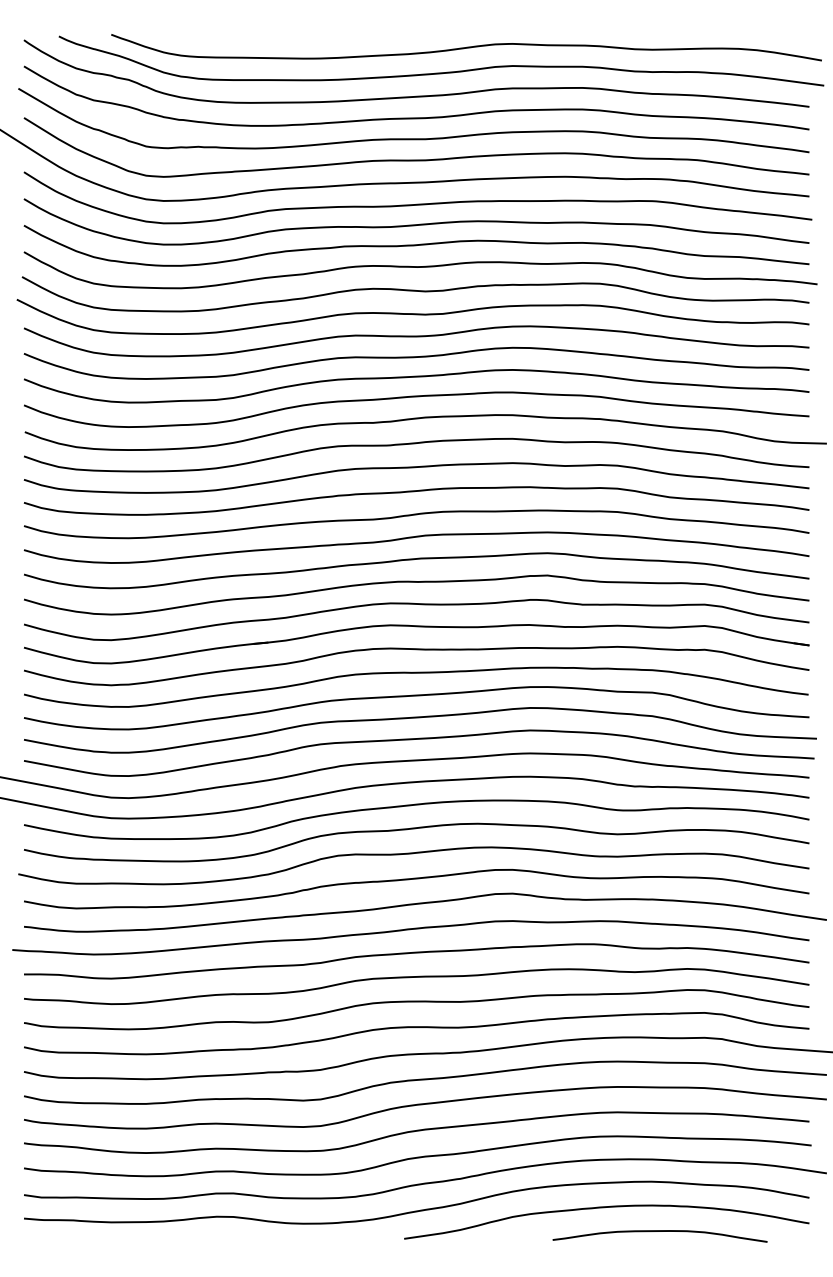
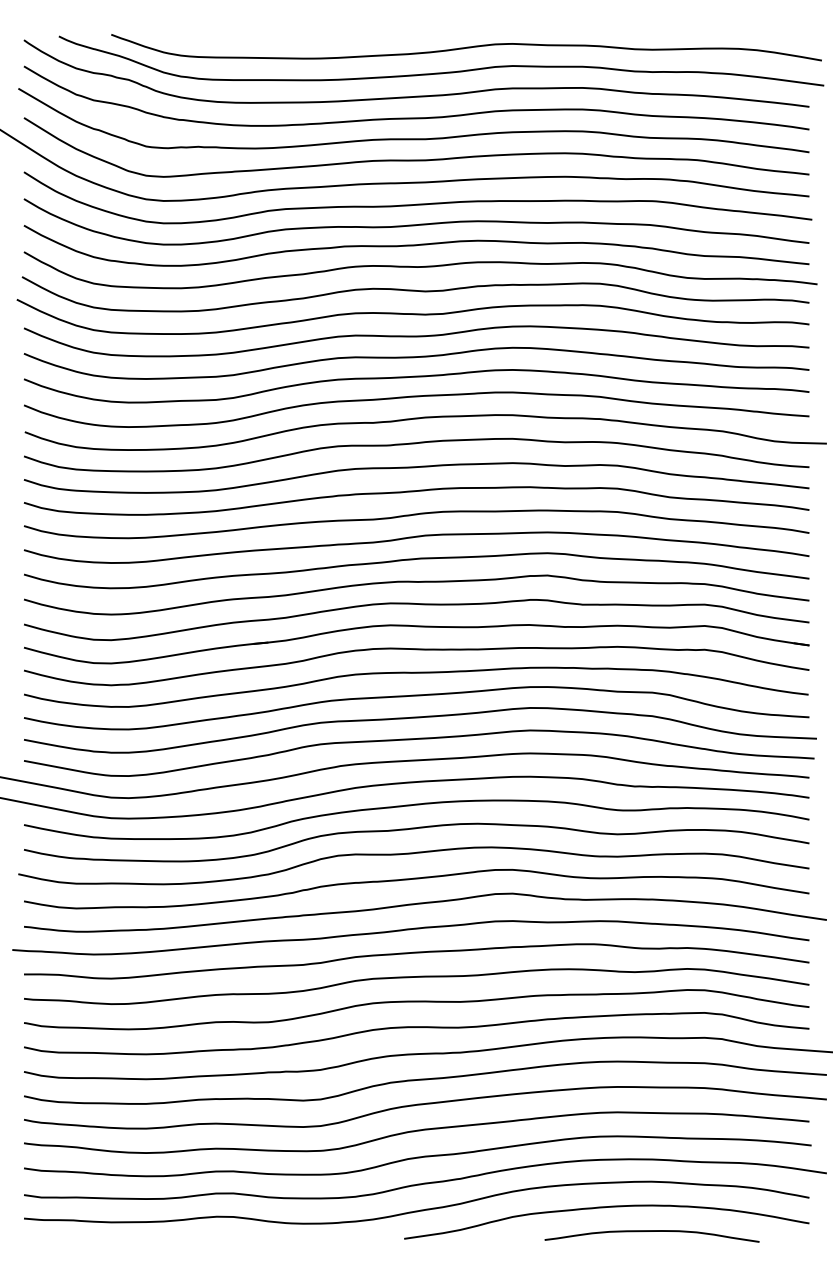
curve at (659, 1231) position: (659, 1231) -> (651, 1231)
